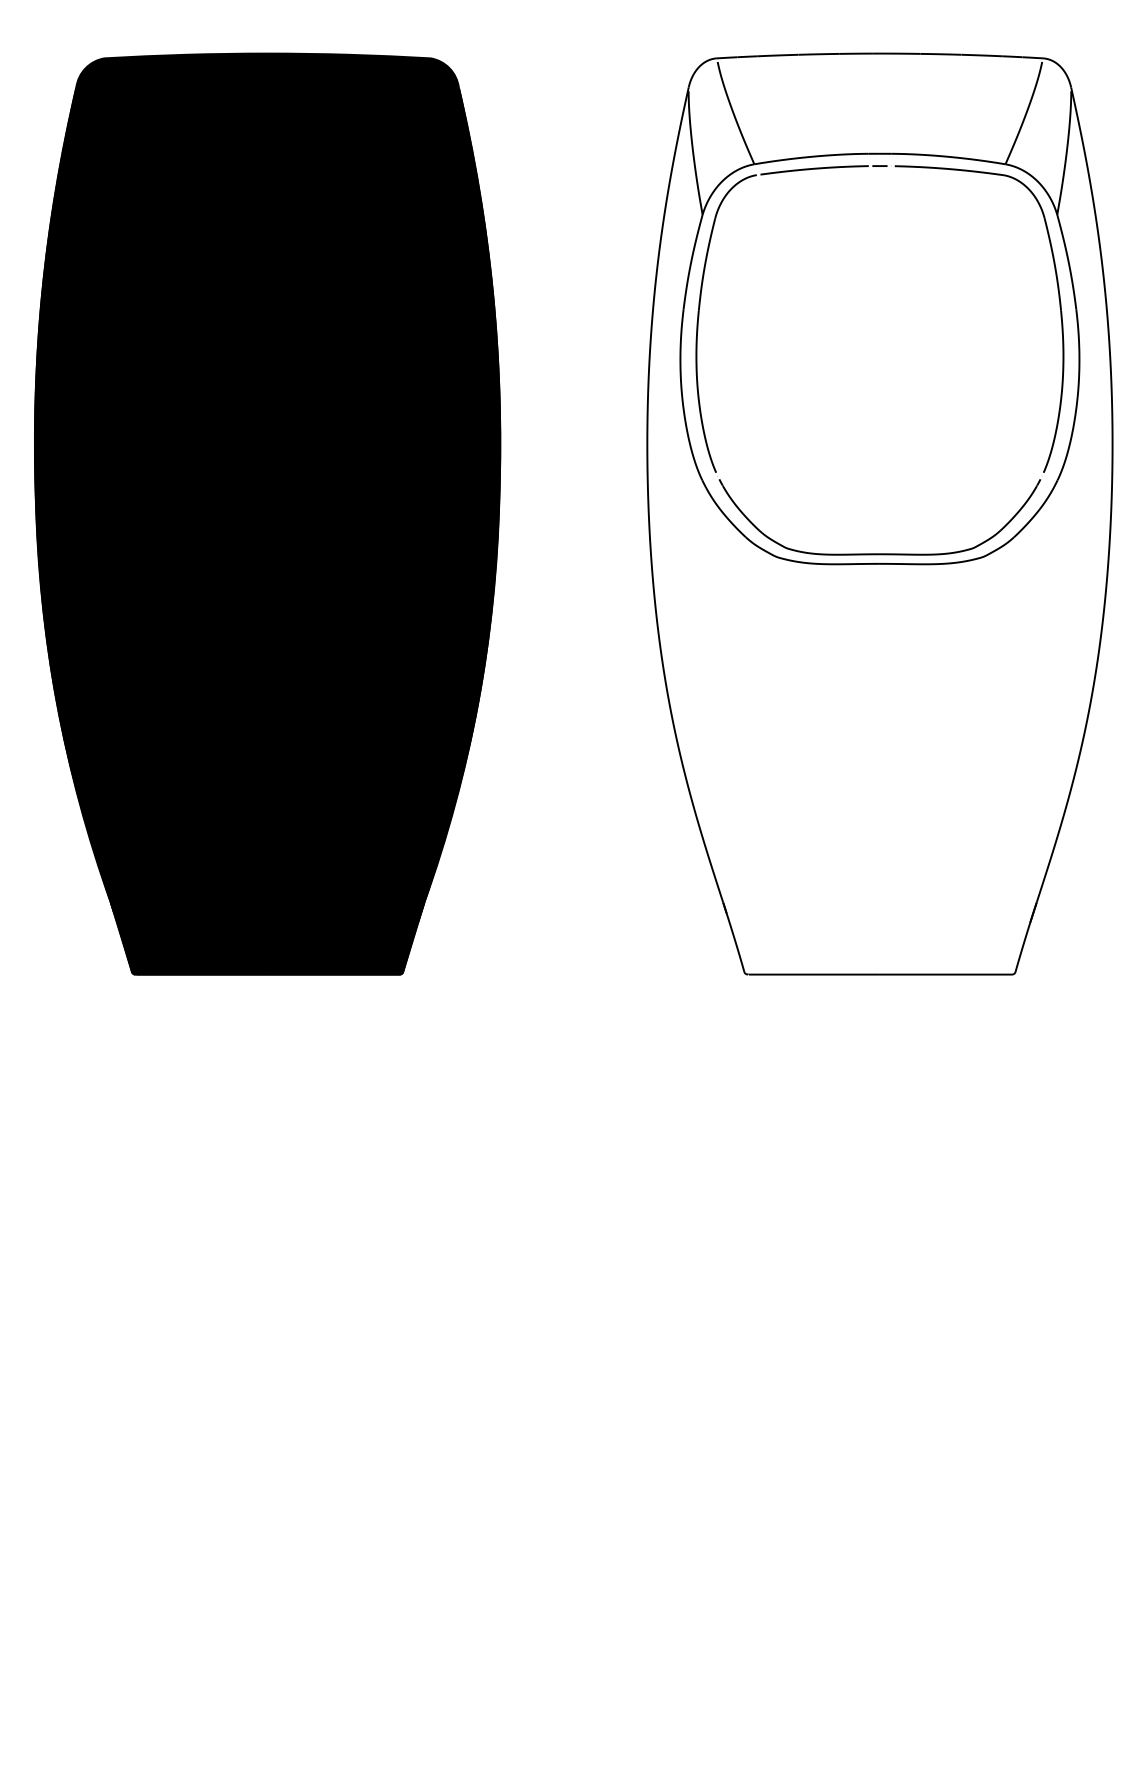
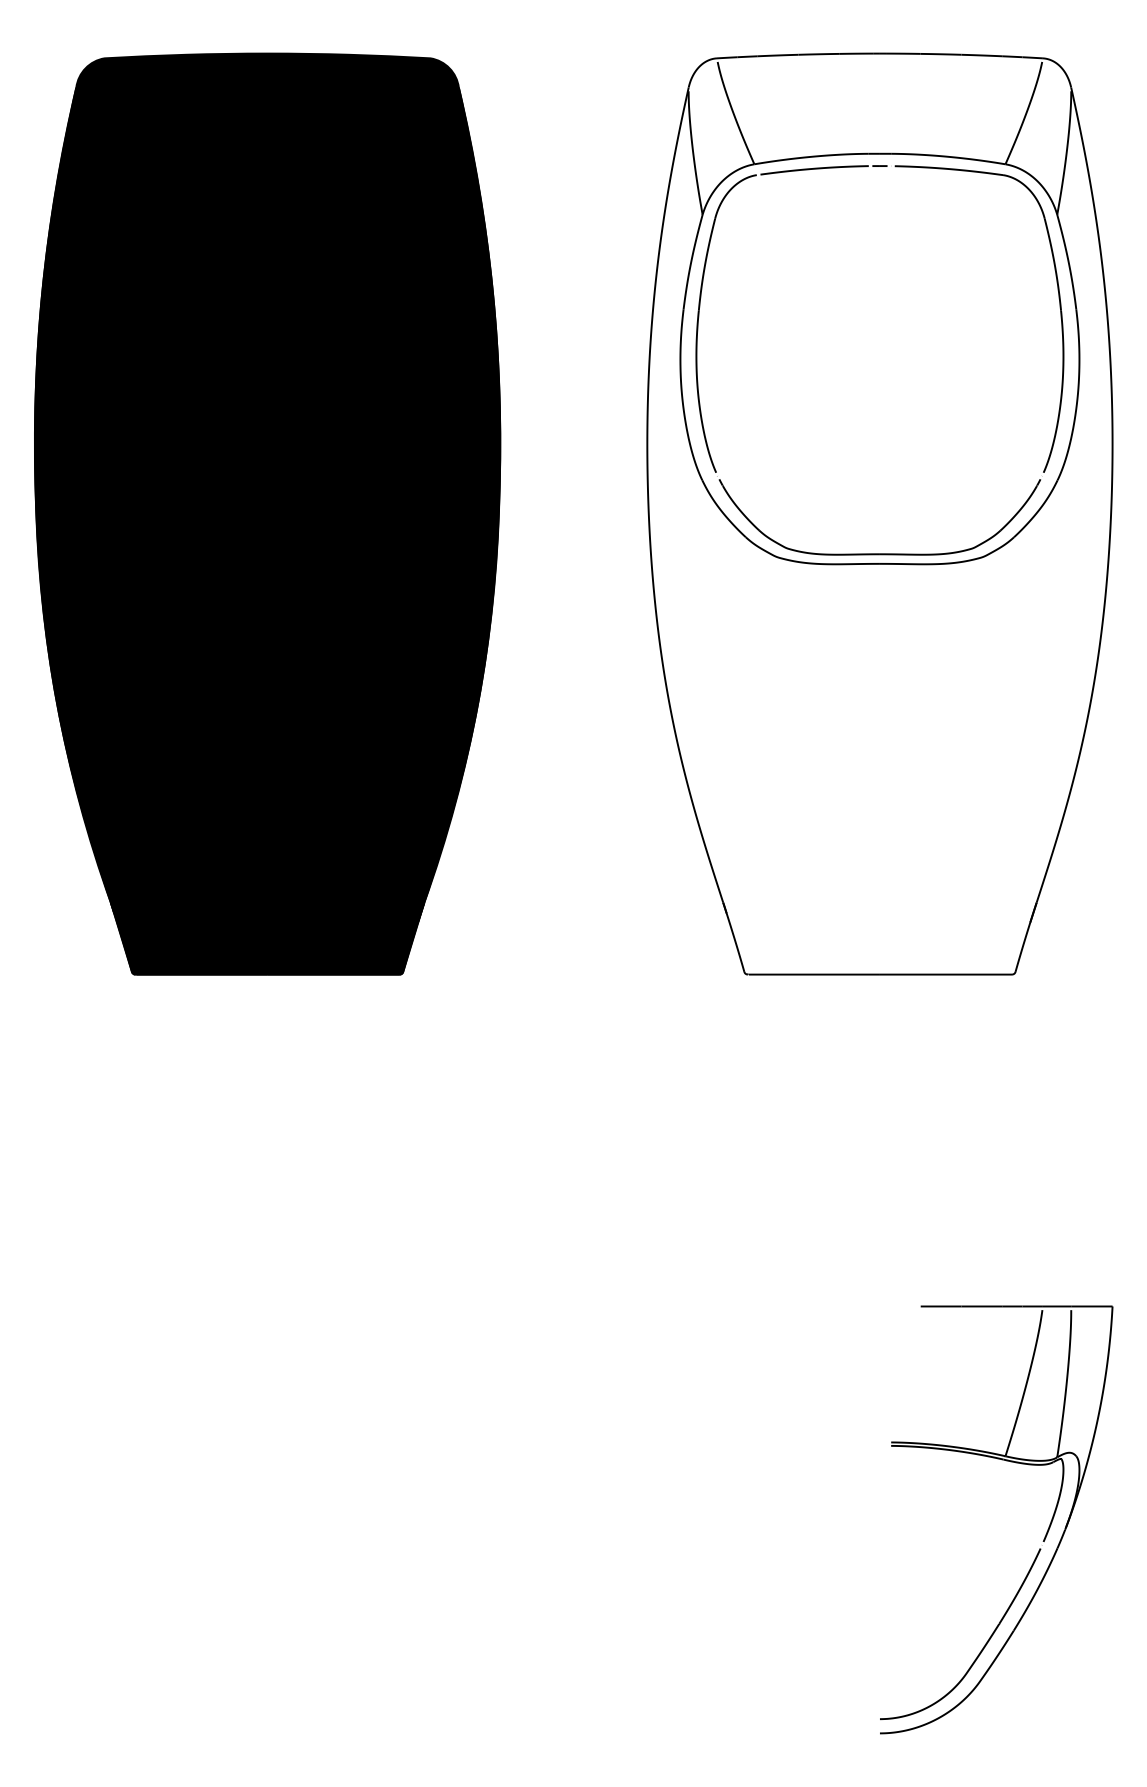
part at (1044, 1536): none -> present
